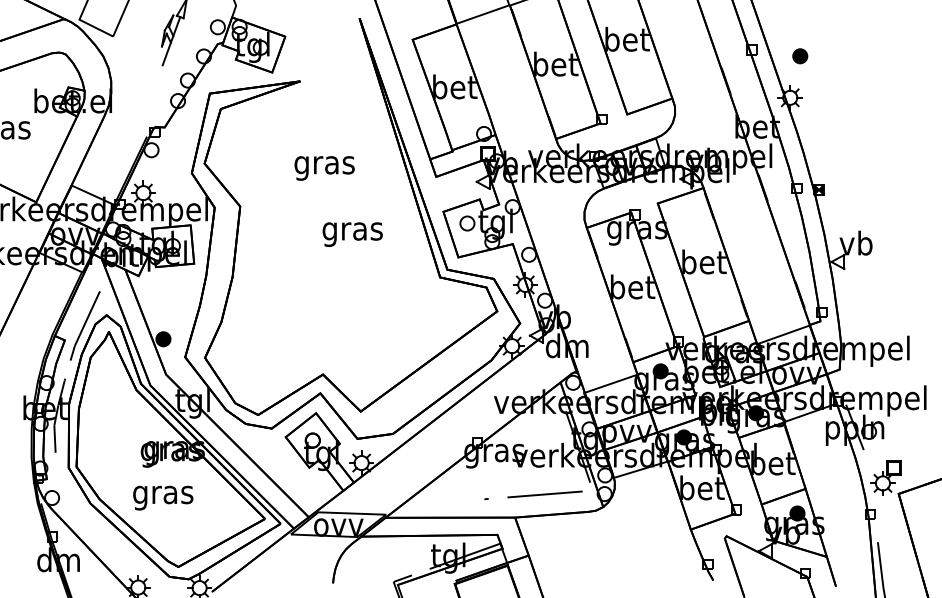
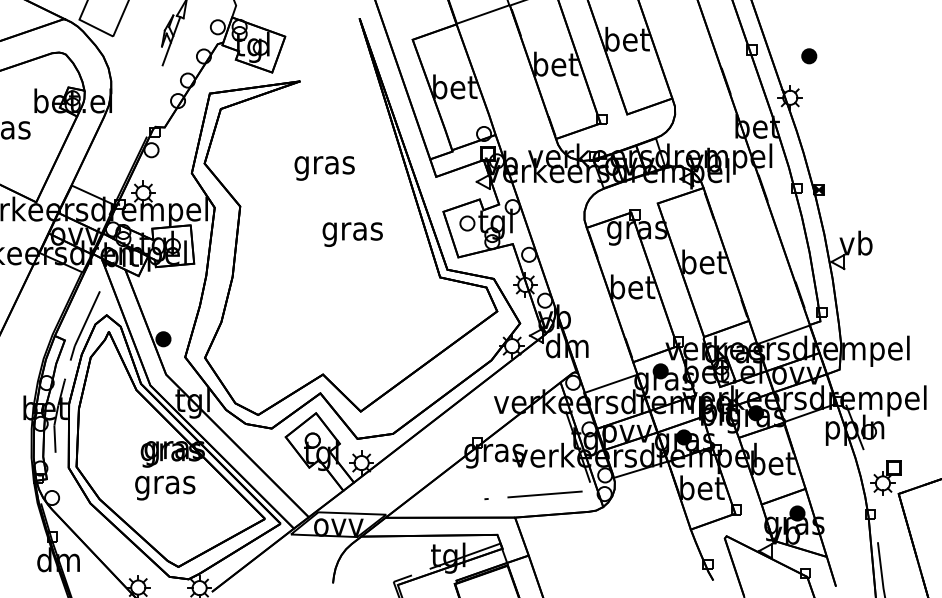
part at (800, 56) position: (800, 56) -> (809, 56)
text at (163, 497) position: (163, 497) -> (165, 487)
